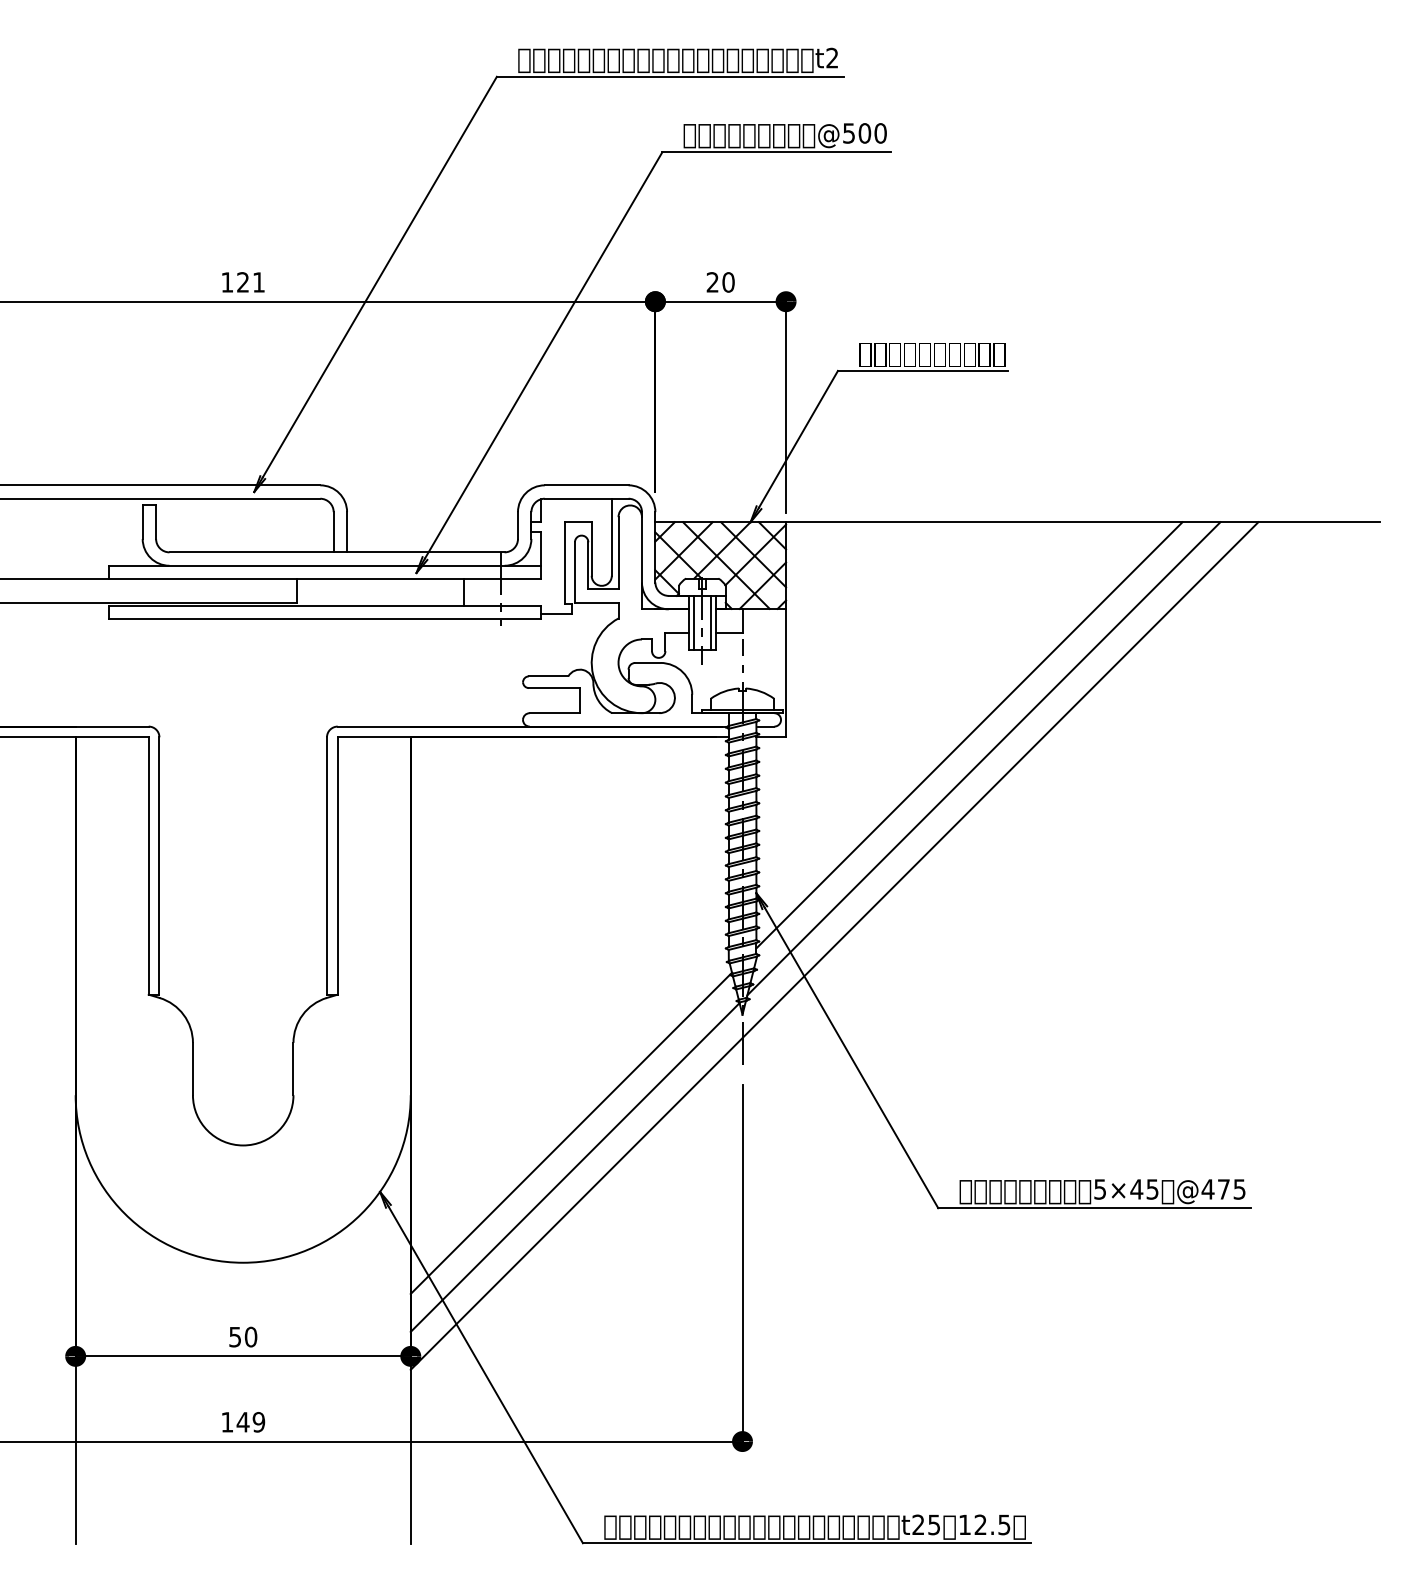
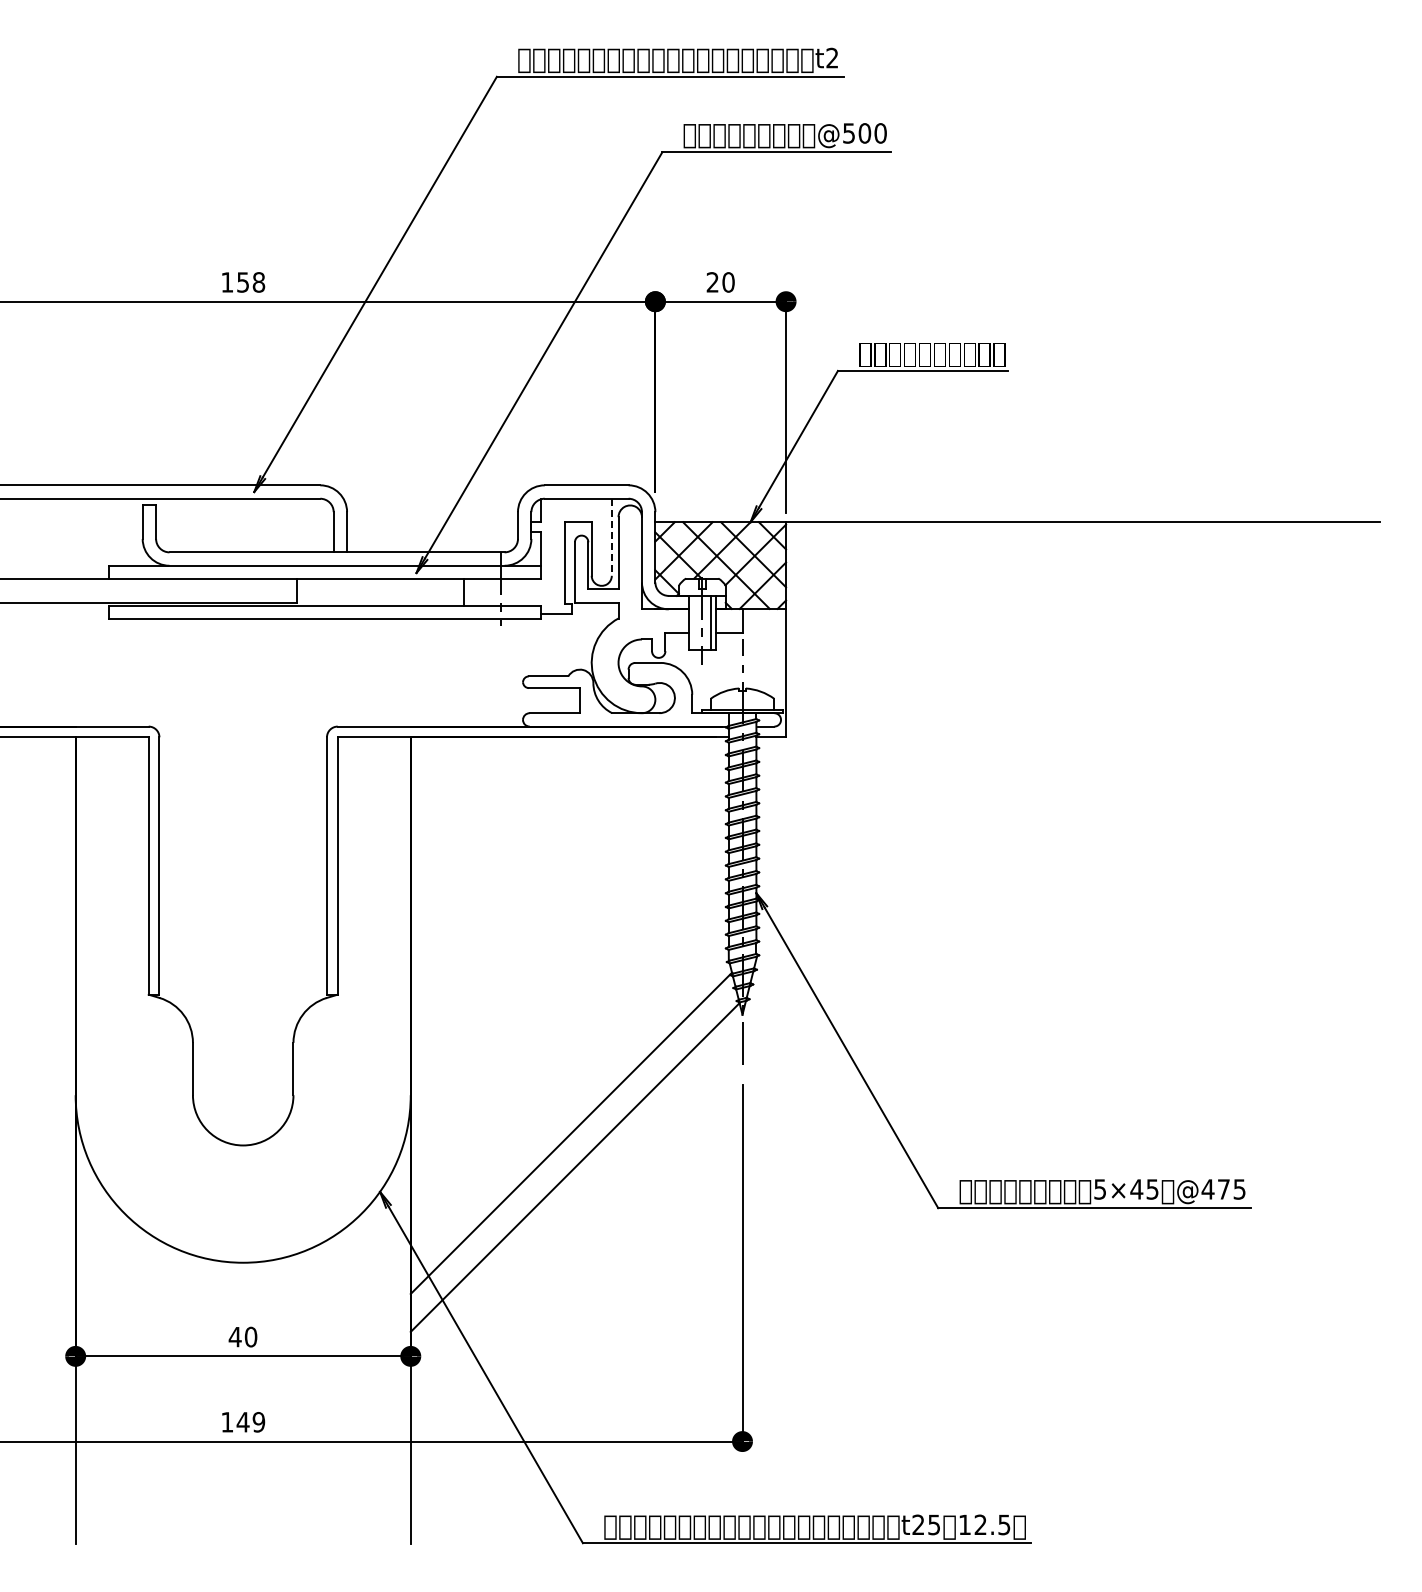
text at (251, 282): 121 -> 158
line at (611, 537): solid -> dashed
line at (693, 622): present -> none
line at (969, 735): present -> none
line at (983, 758): present -> none
line at (834, 945): present -> none
text at (234, 1337): 50 -> 40
